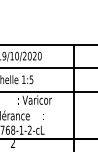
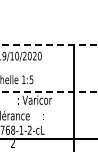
line at (49, 44): solid -> dashed
line at (48, 68): present -> none
line at (49, 91): solid -> dashed
